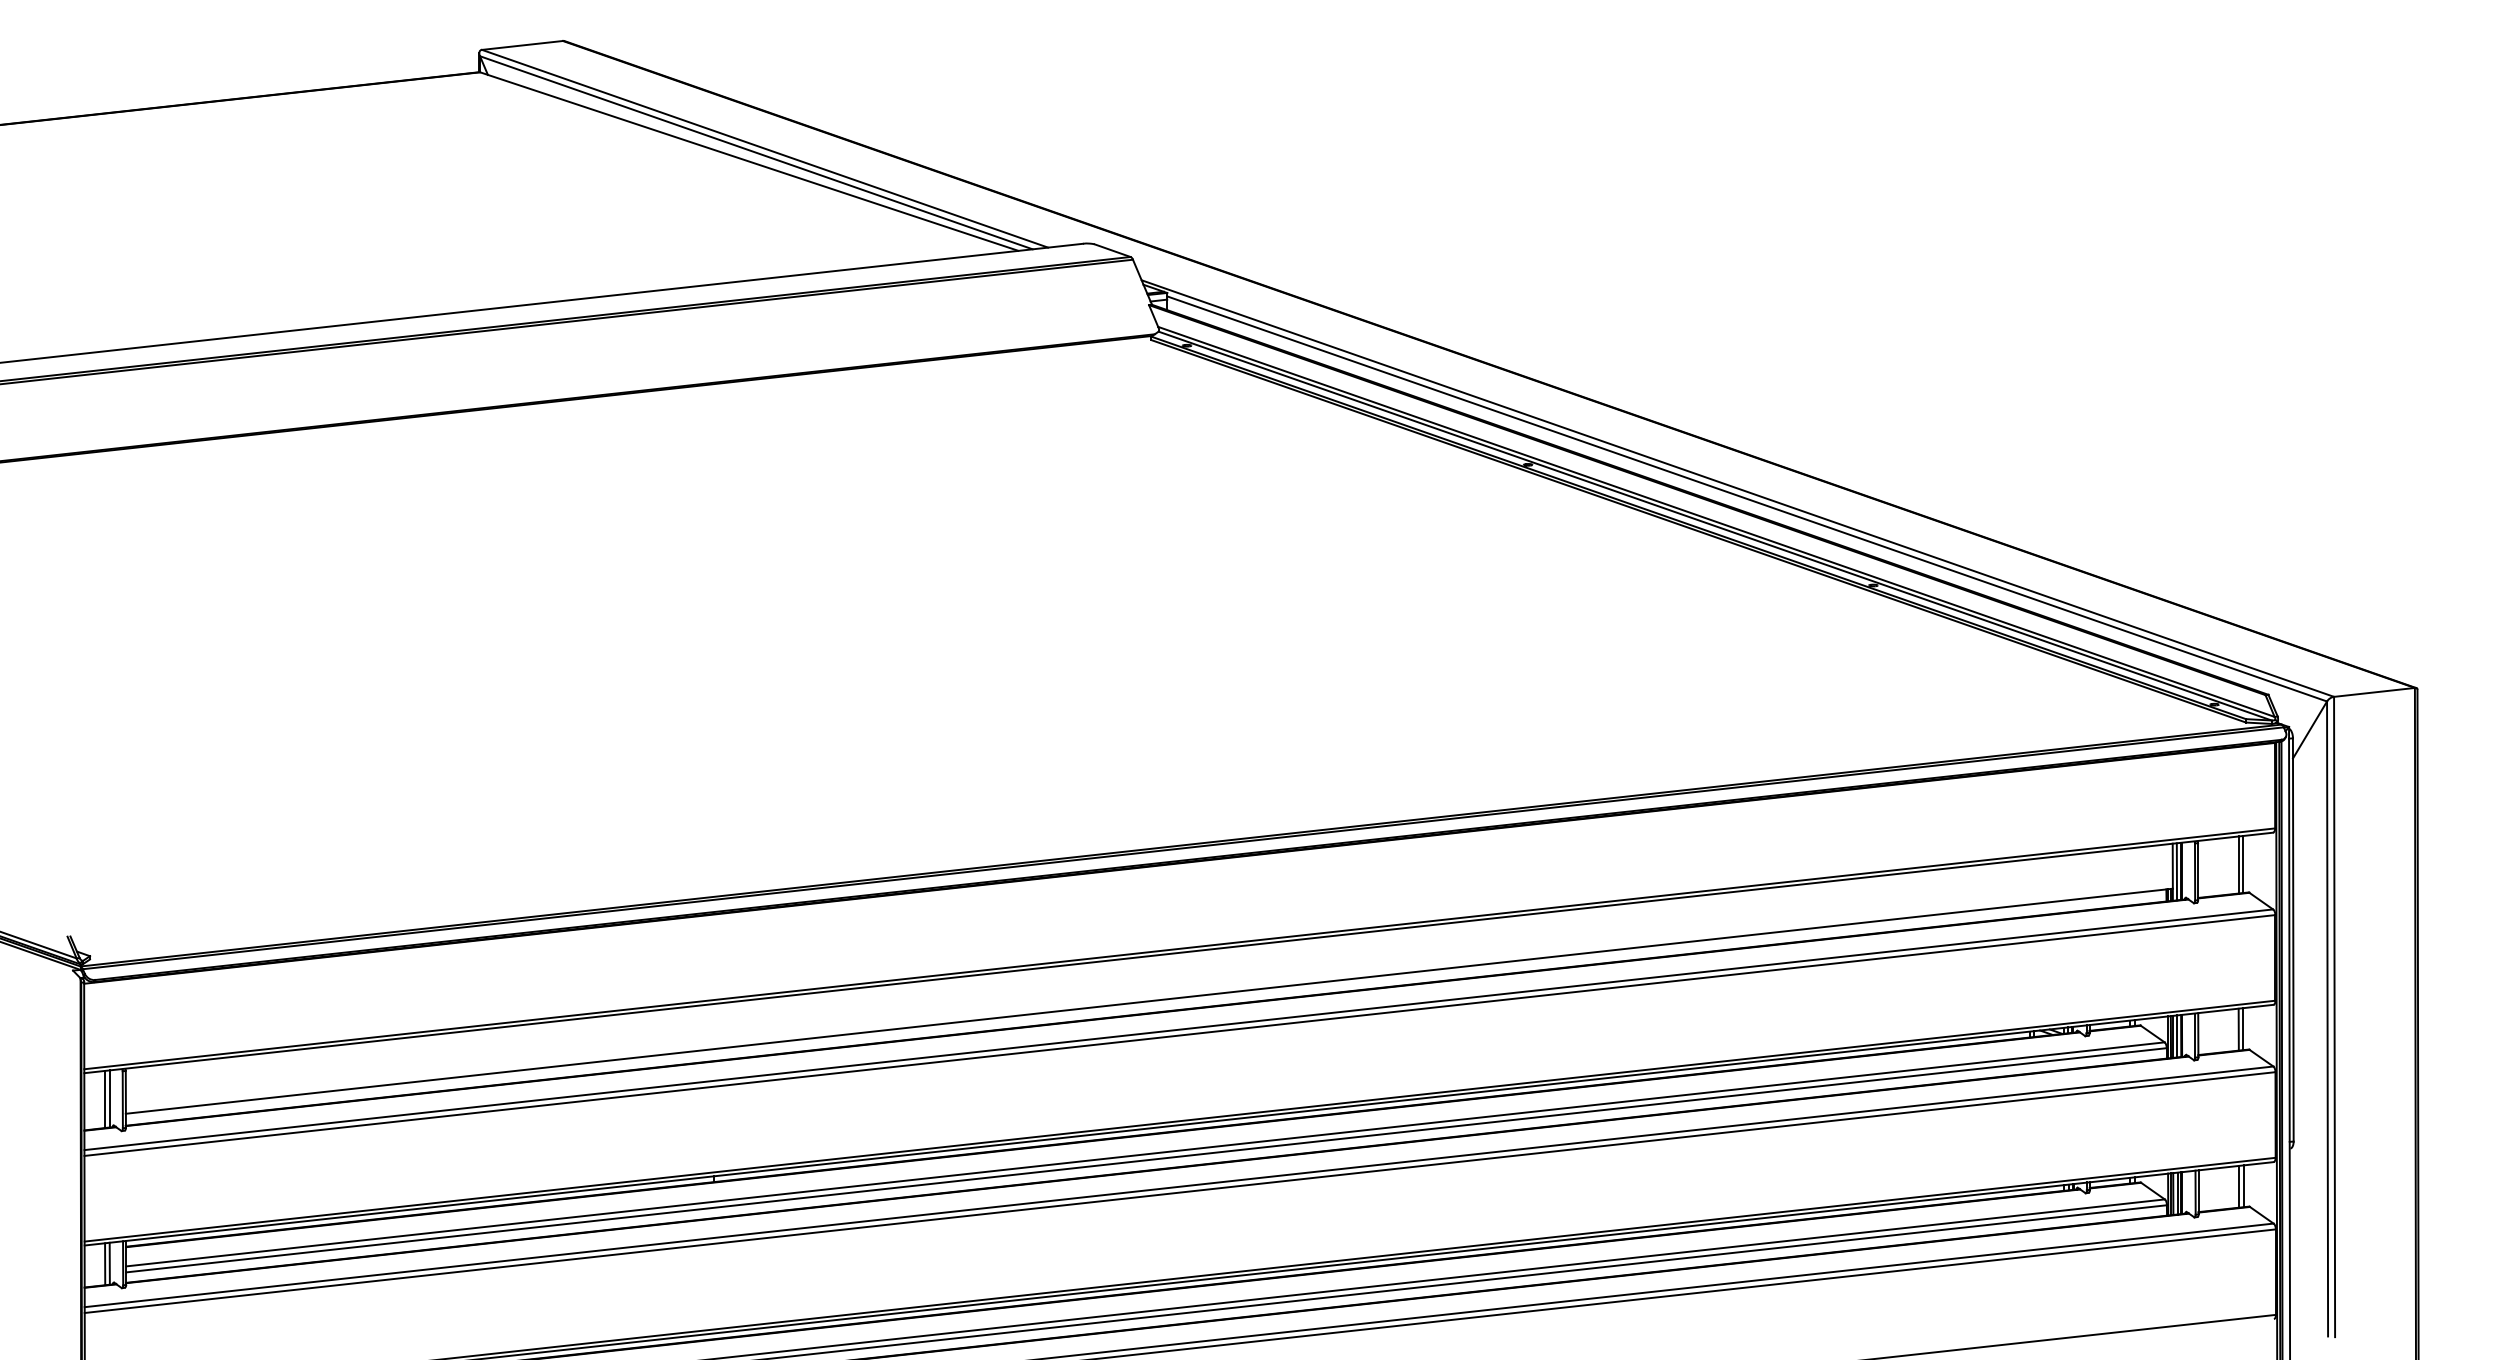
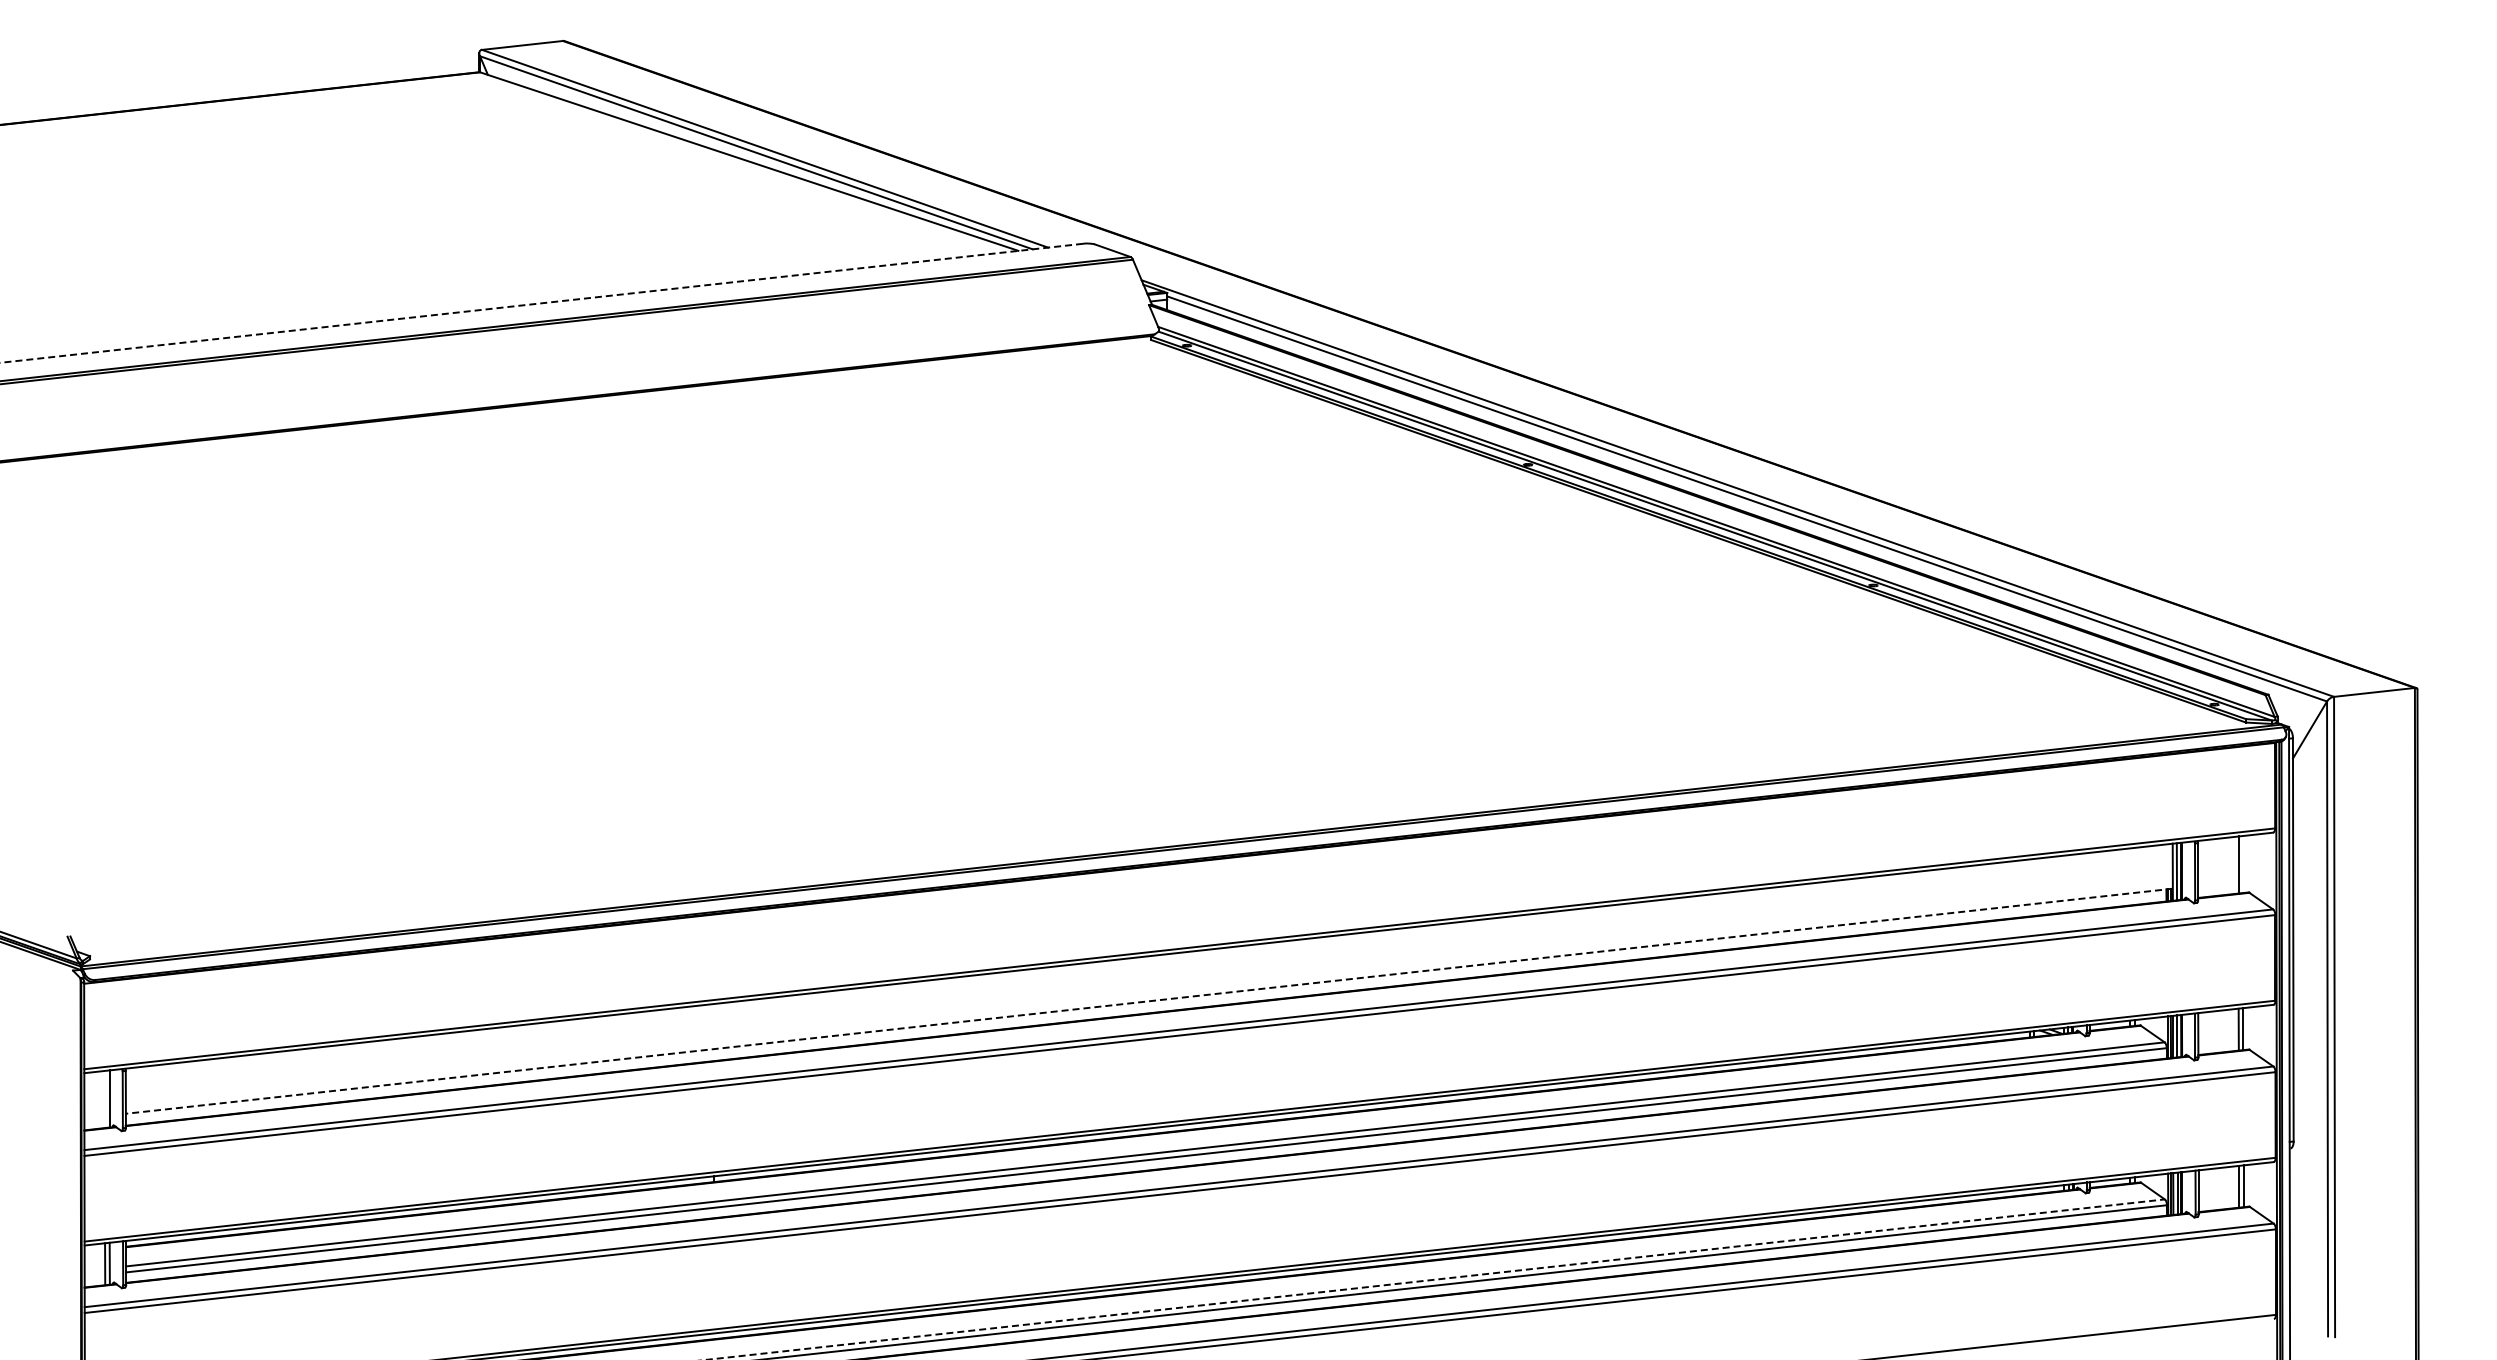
line at (541, 303): solid -> dashed
line at (2243, 864): present -> none
line at (1149, 1001): solid -> dashed
line at (104, 1099): present -> none
line at (1435, 1279): solid -> dashed
